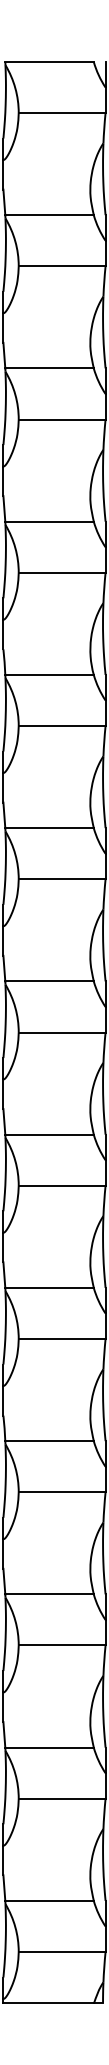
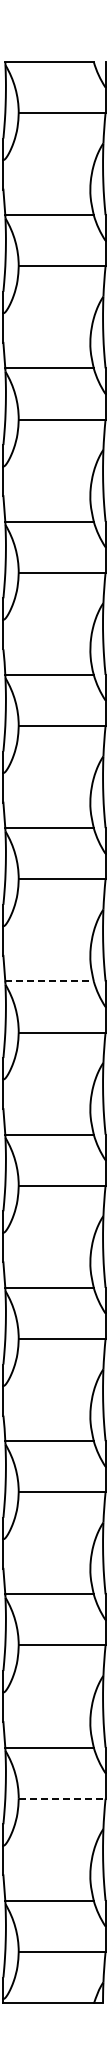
line at (50, 981): solid -> dashed
line at (62, 1798): solid -> dashed
